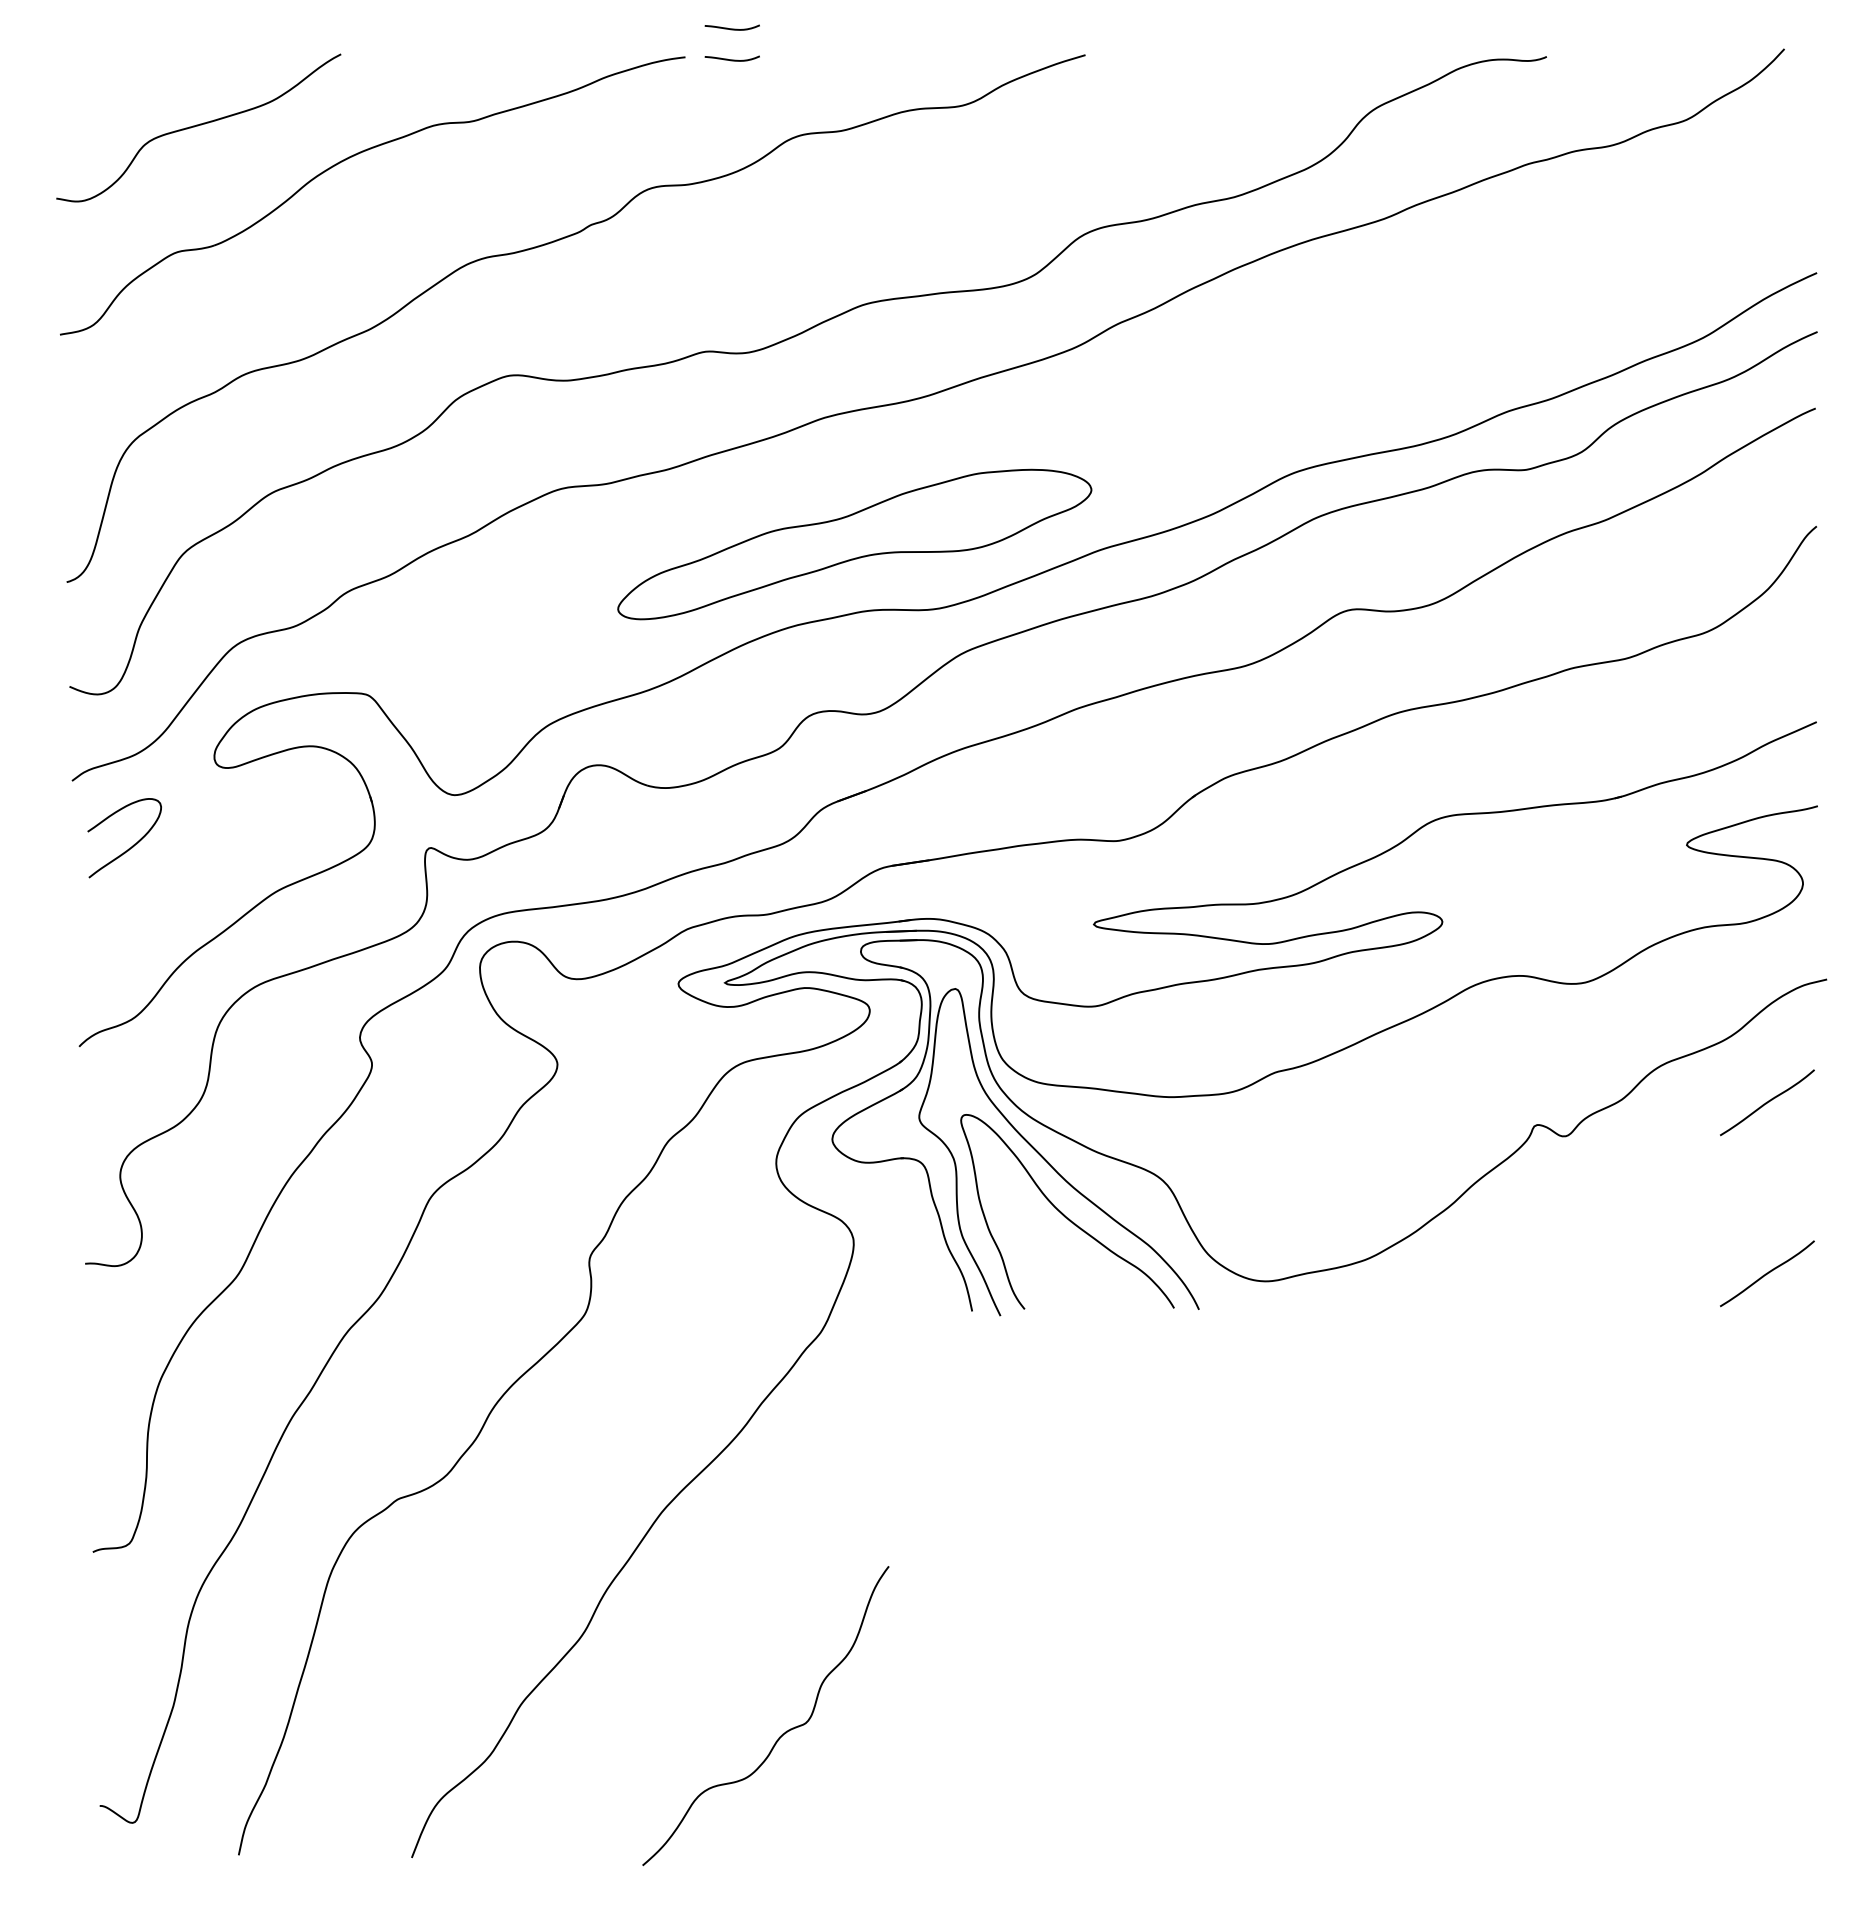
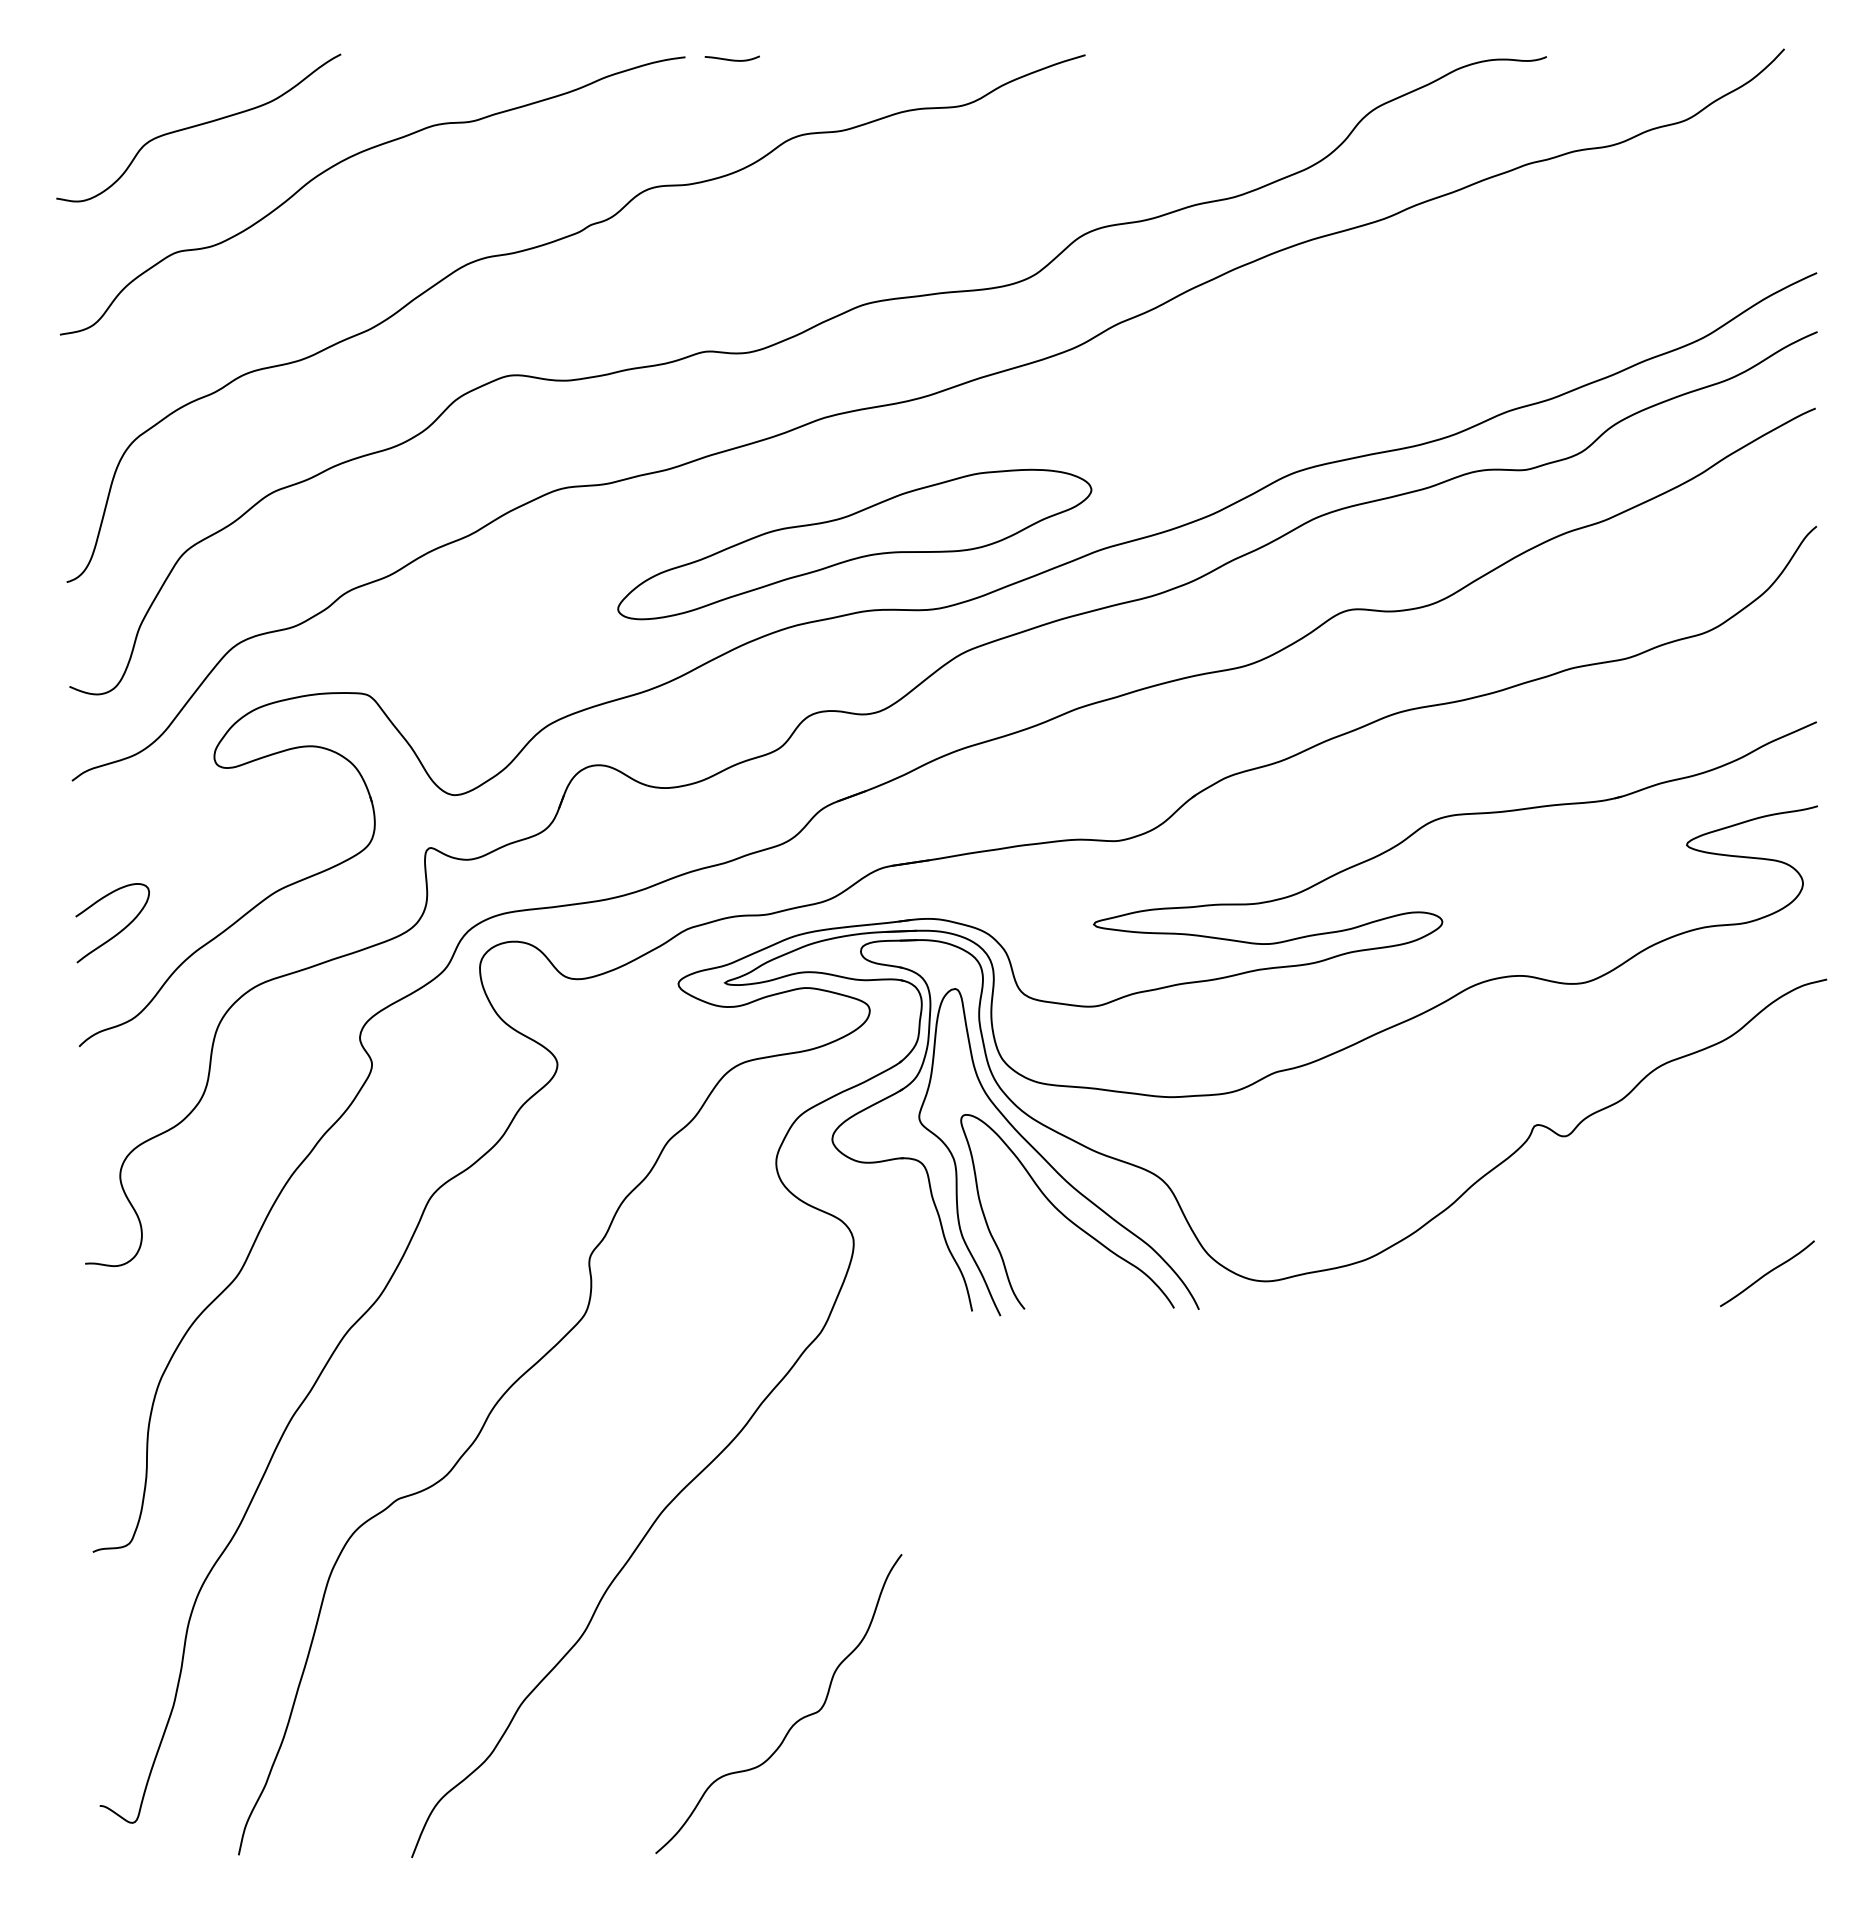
curve at (731, 28): present -> none
curve at (132, 845) position: (132, 845) -> (120, 930)
curve at (1767, 1102): present -> none
curve at (781, 1734) position: (781, 1734) -> (794, 1722)
